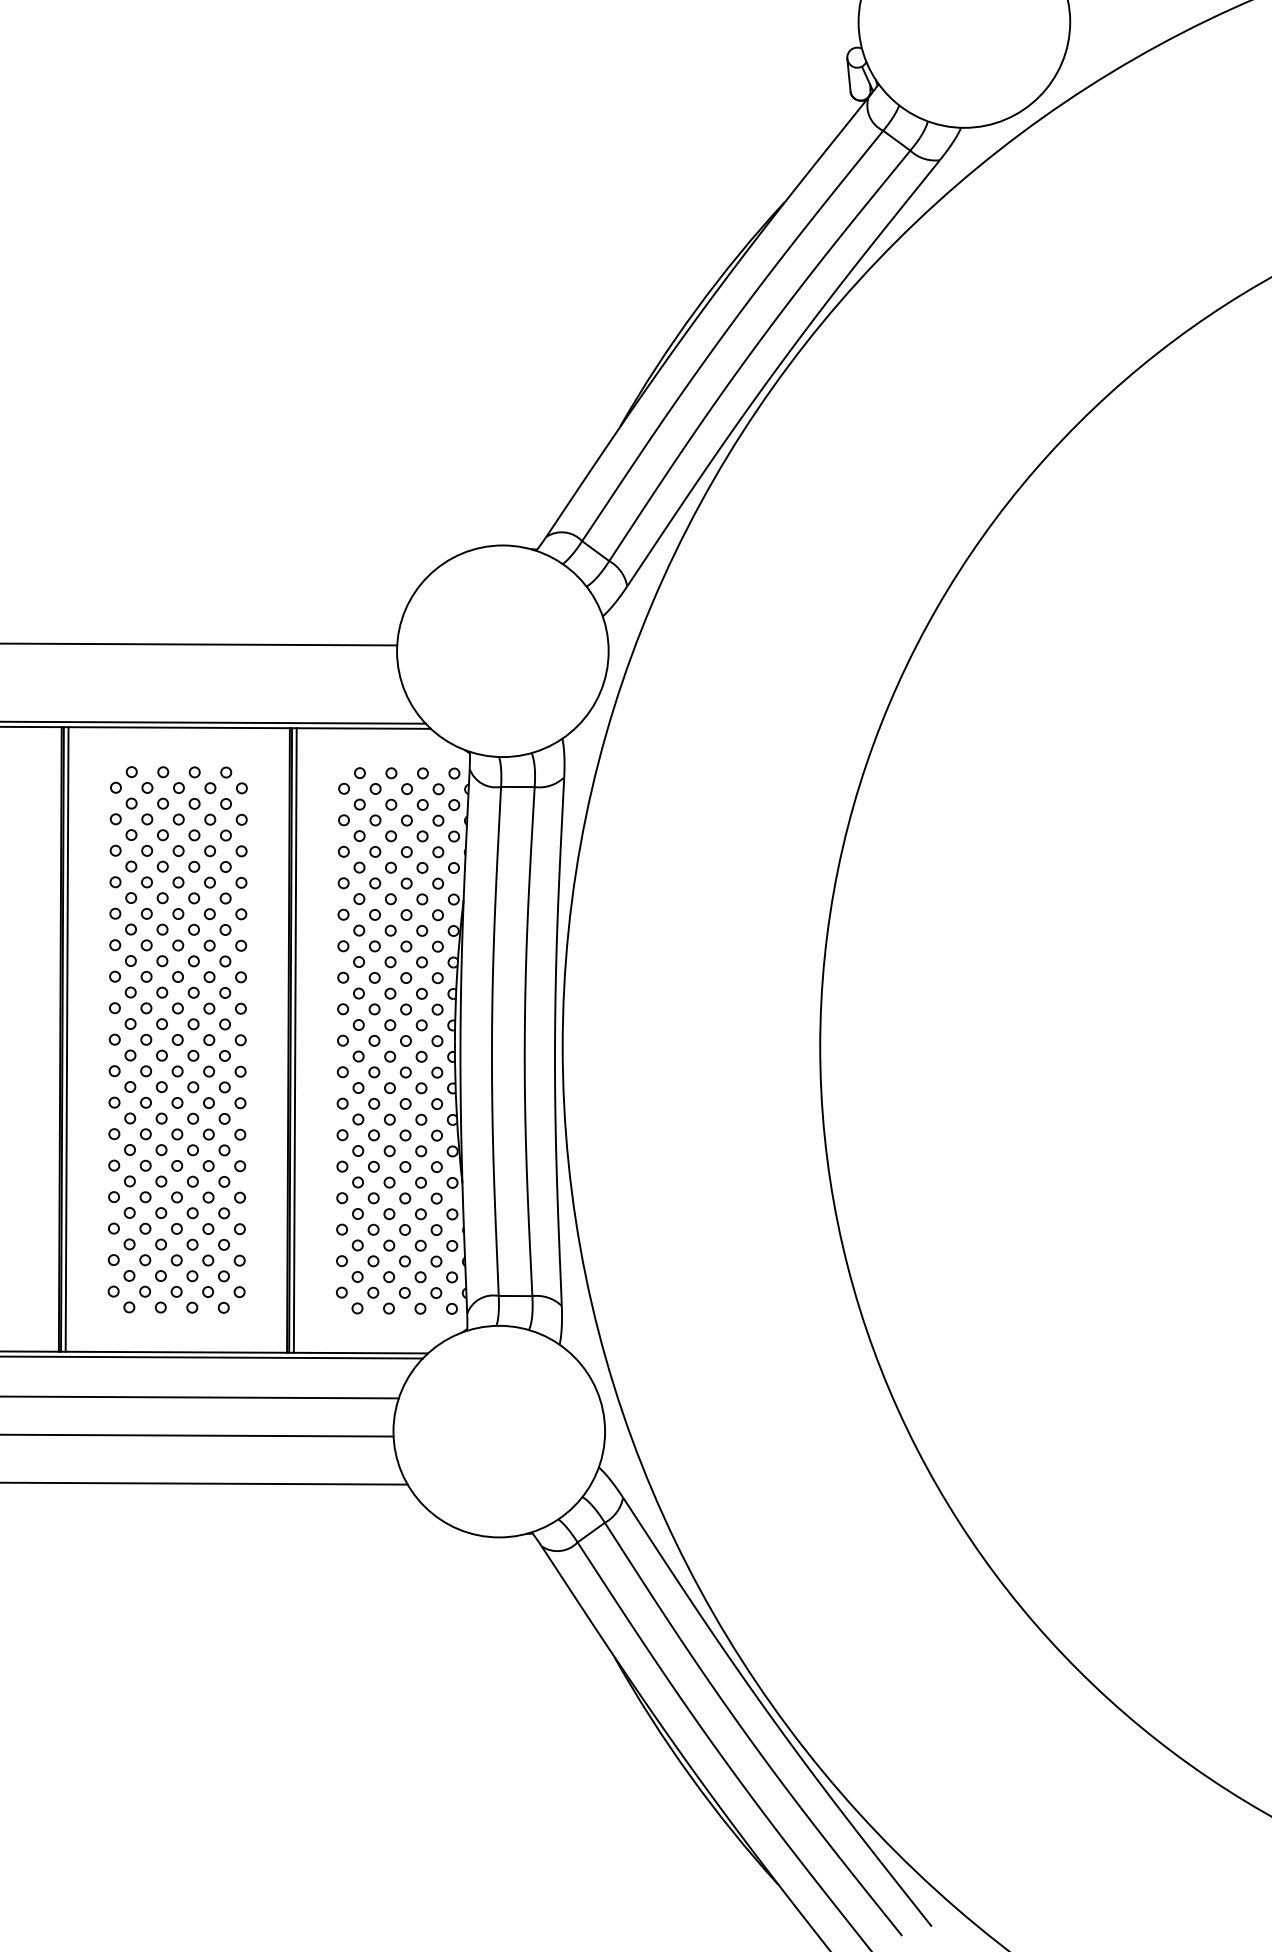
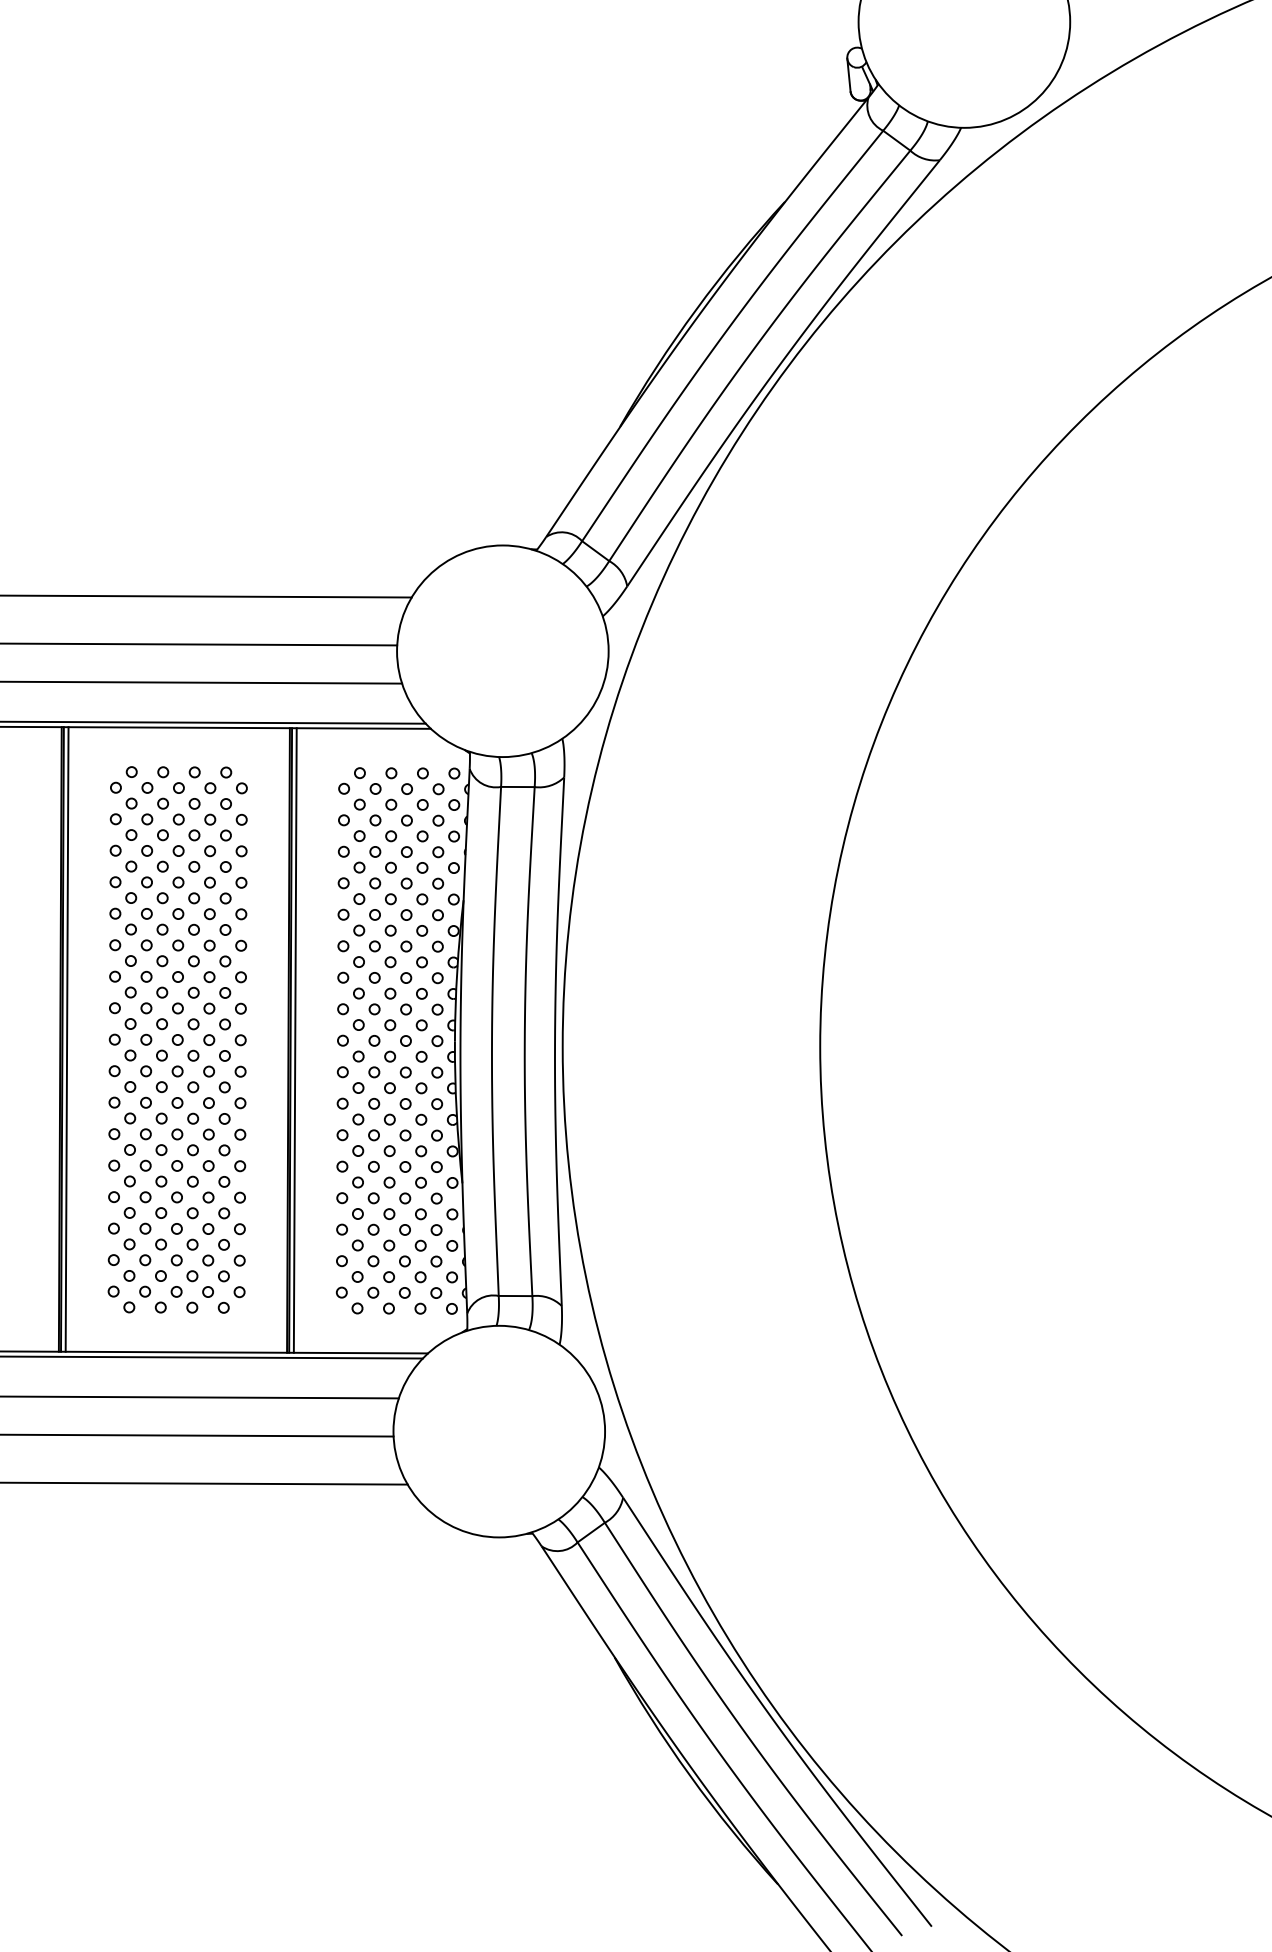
line at (206, 596): none -> present
line at (202, 682): none -> present
